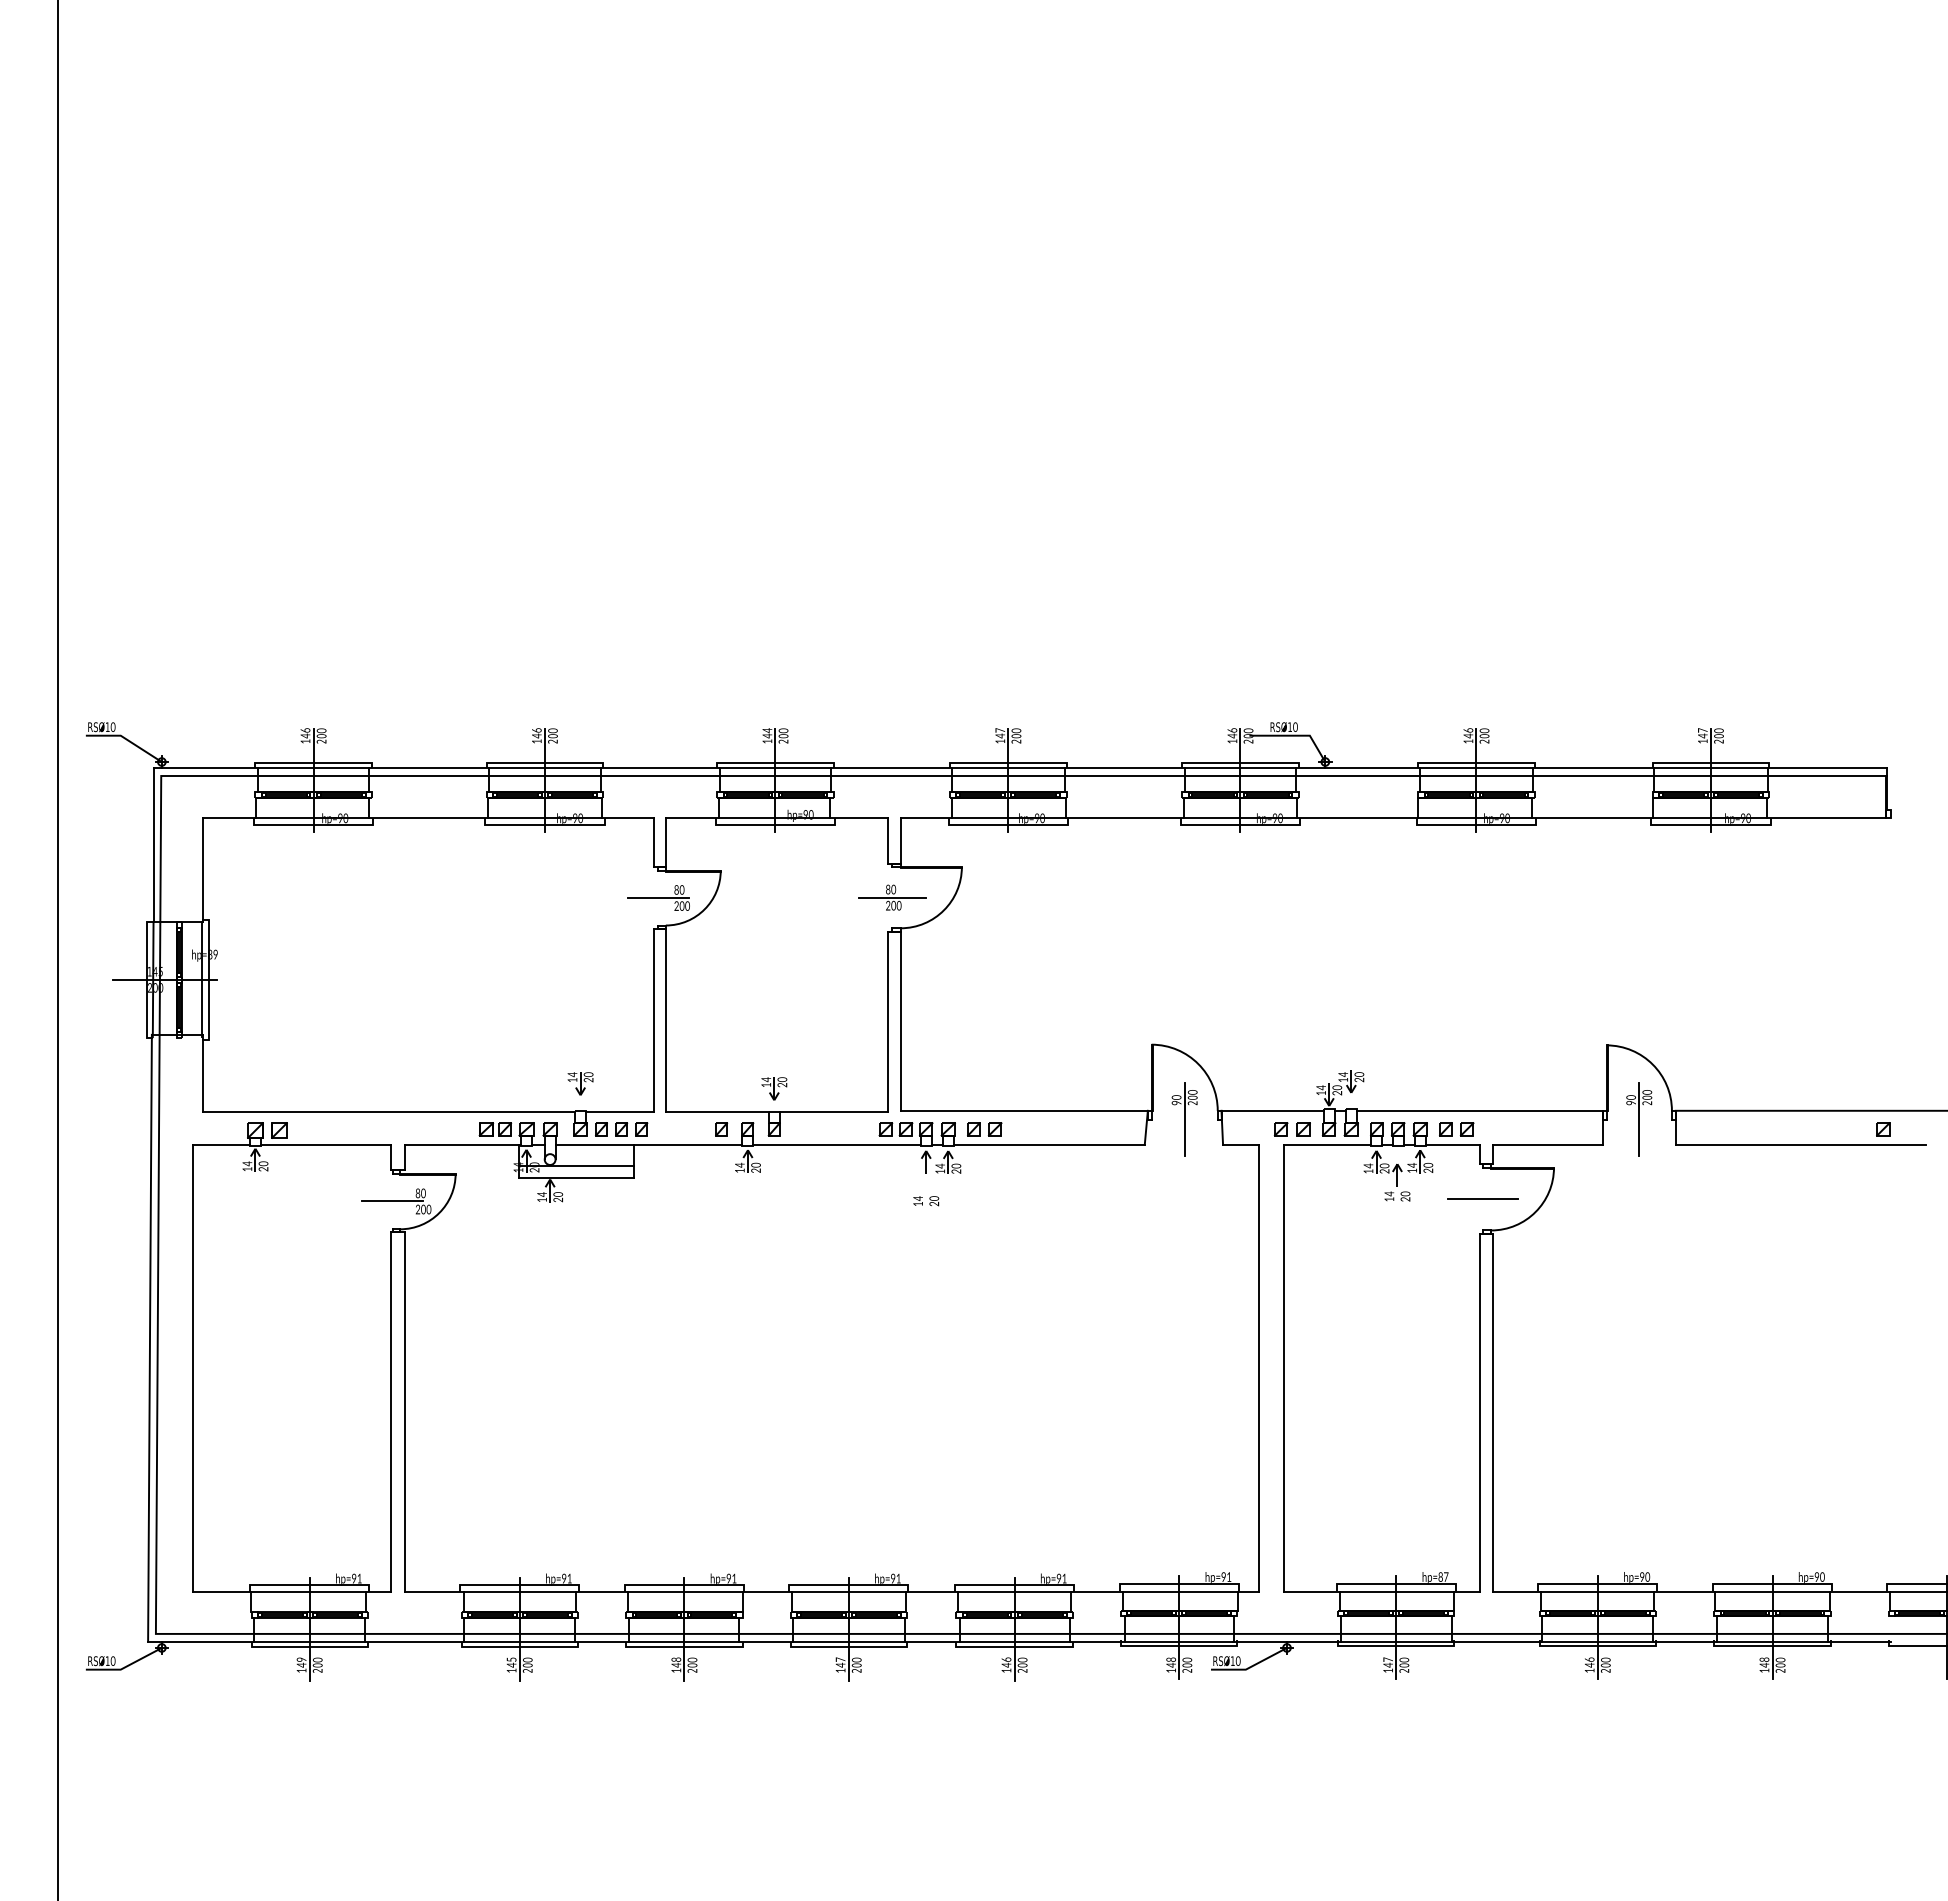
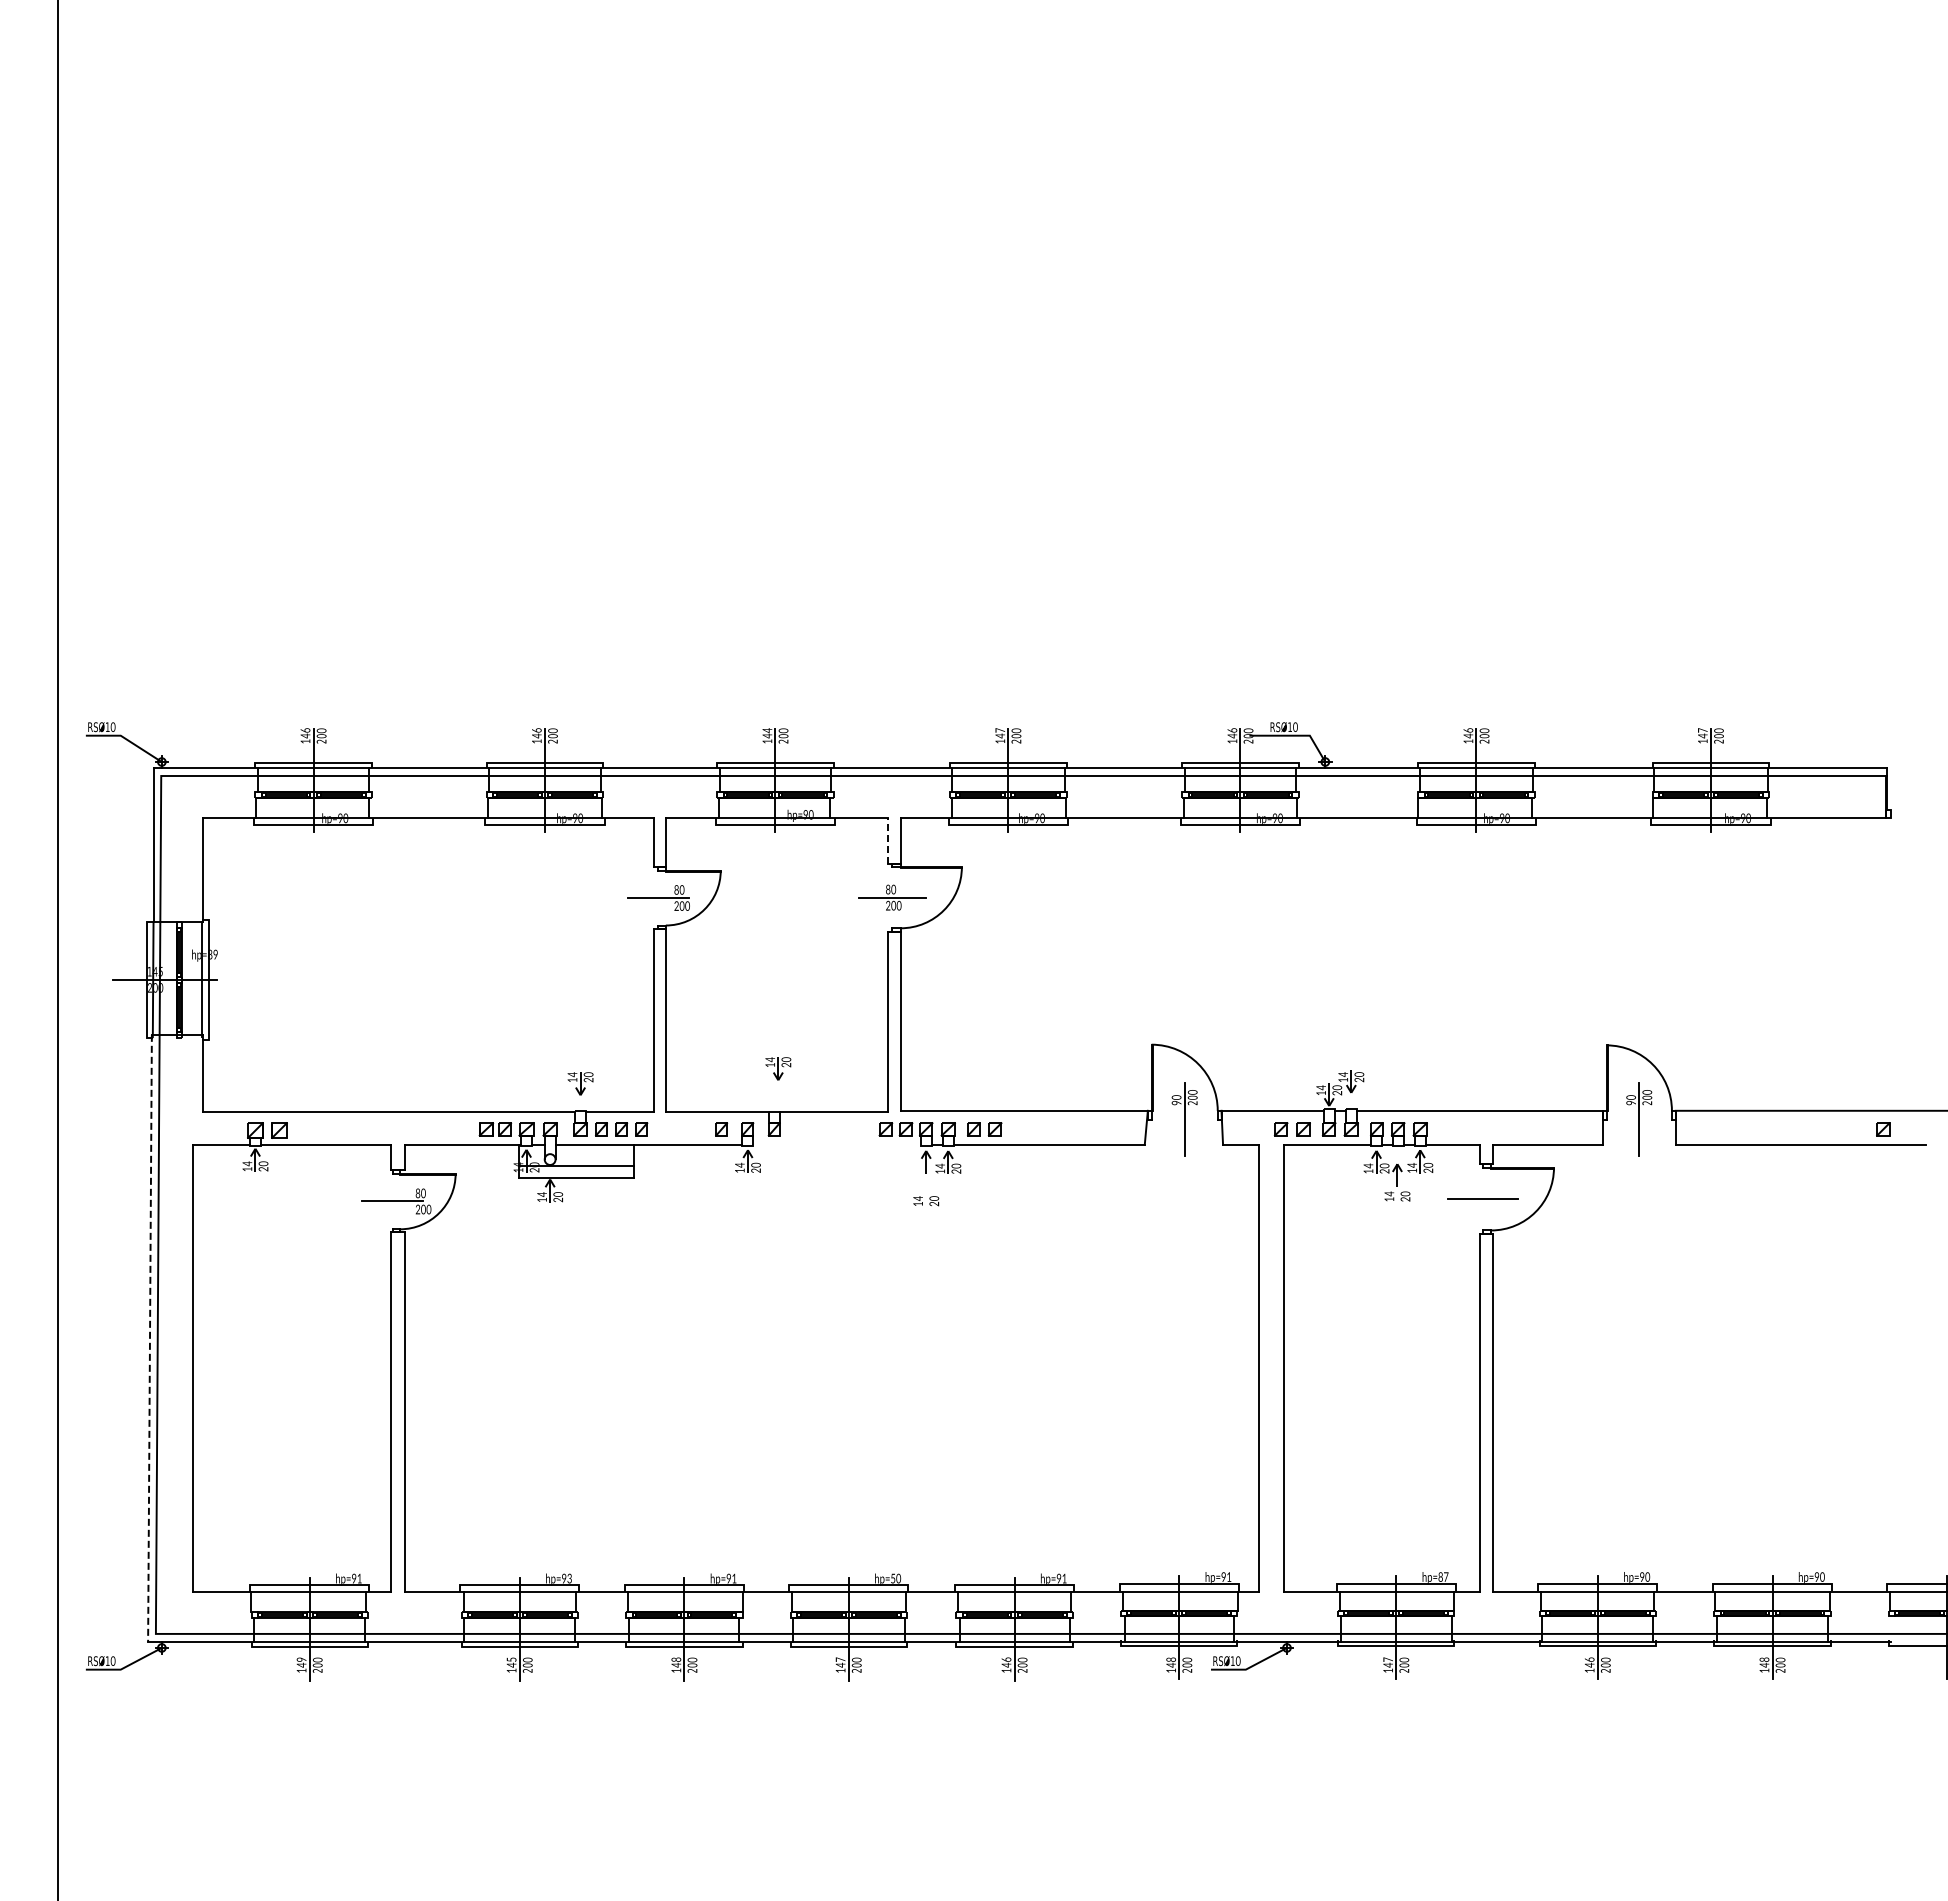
line at (888, 840): solid -> dashed
part at (774, 1088) position: (774, 1088) -> (778, 1068)
part at (1456, 1129): present -> none
line at (836, 1144): present -> none
line at (150, 1338): solid -> dashed
text at (569, 1578): hp=91 -> hp=93
text at (896, 1578): hp=91 -> hp=50
